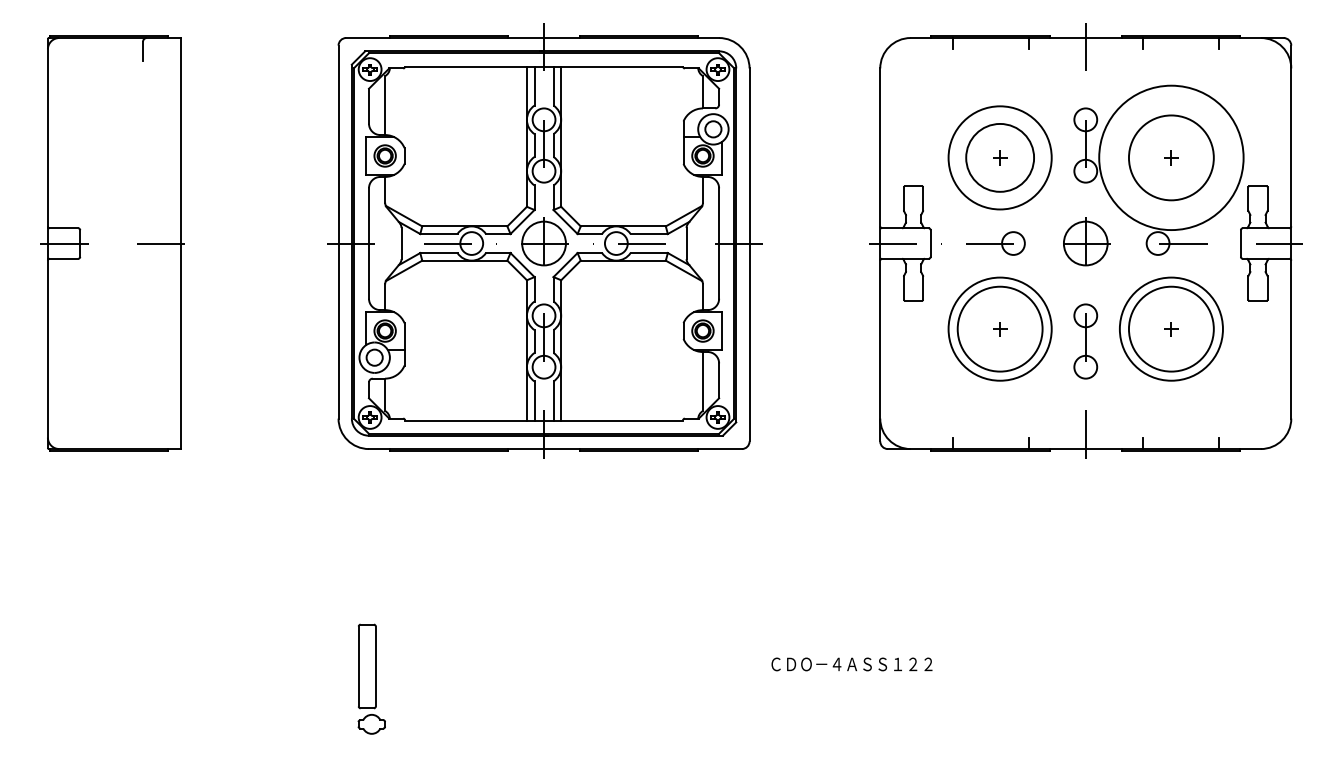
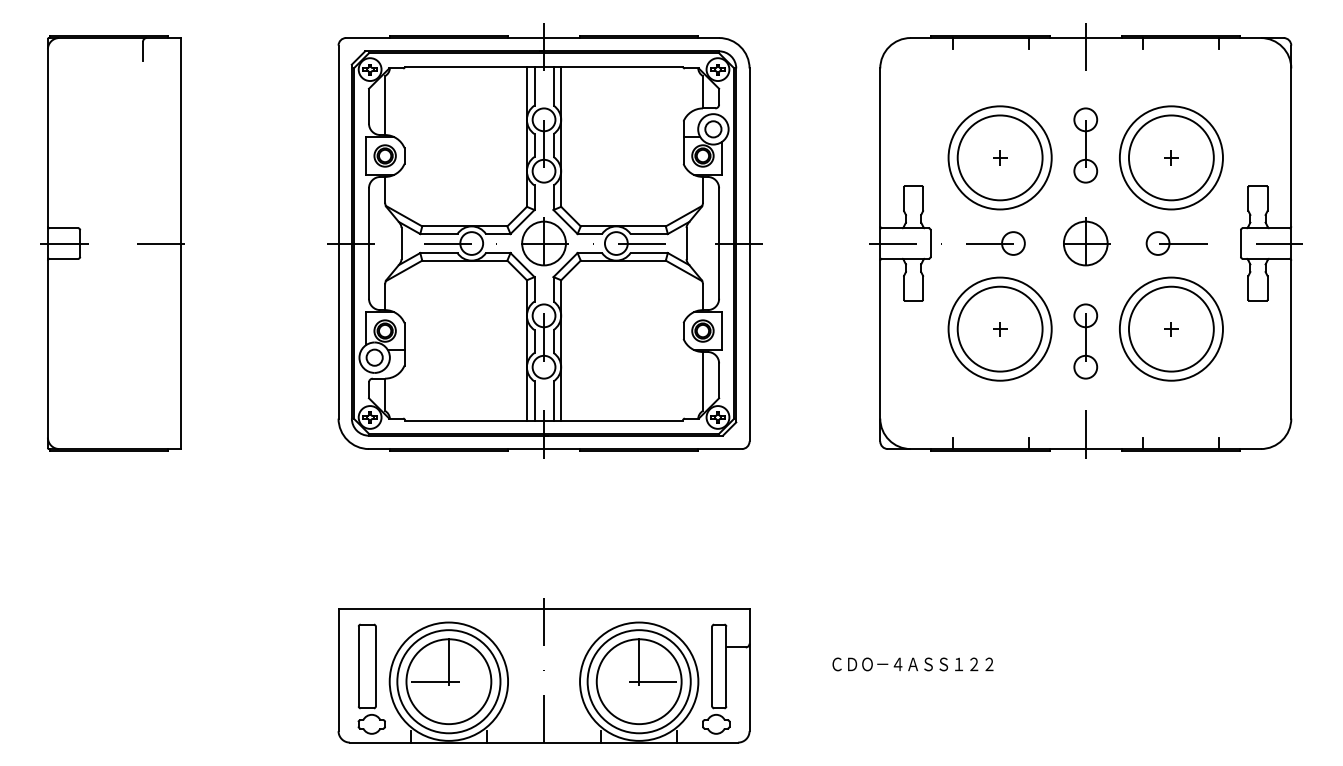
circle at (1000, 157) diameter: 68 px -> 85 px
circle at (1171, 157) diameter: 144 px -> 103 px
text at (851, 664) position: (851, 664) -> (912, 664)
part at (543, 670): none -> present
